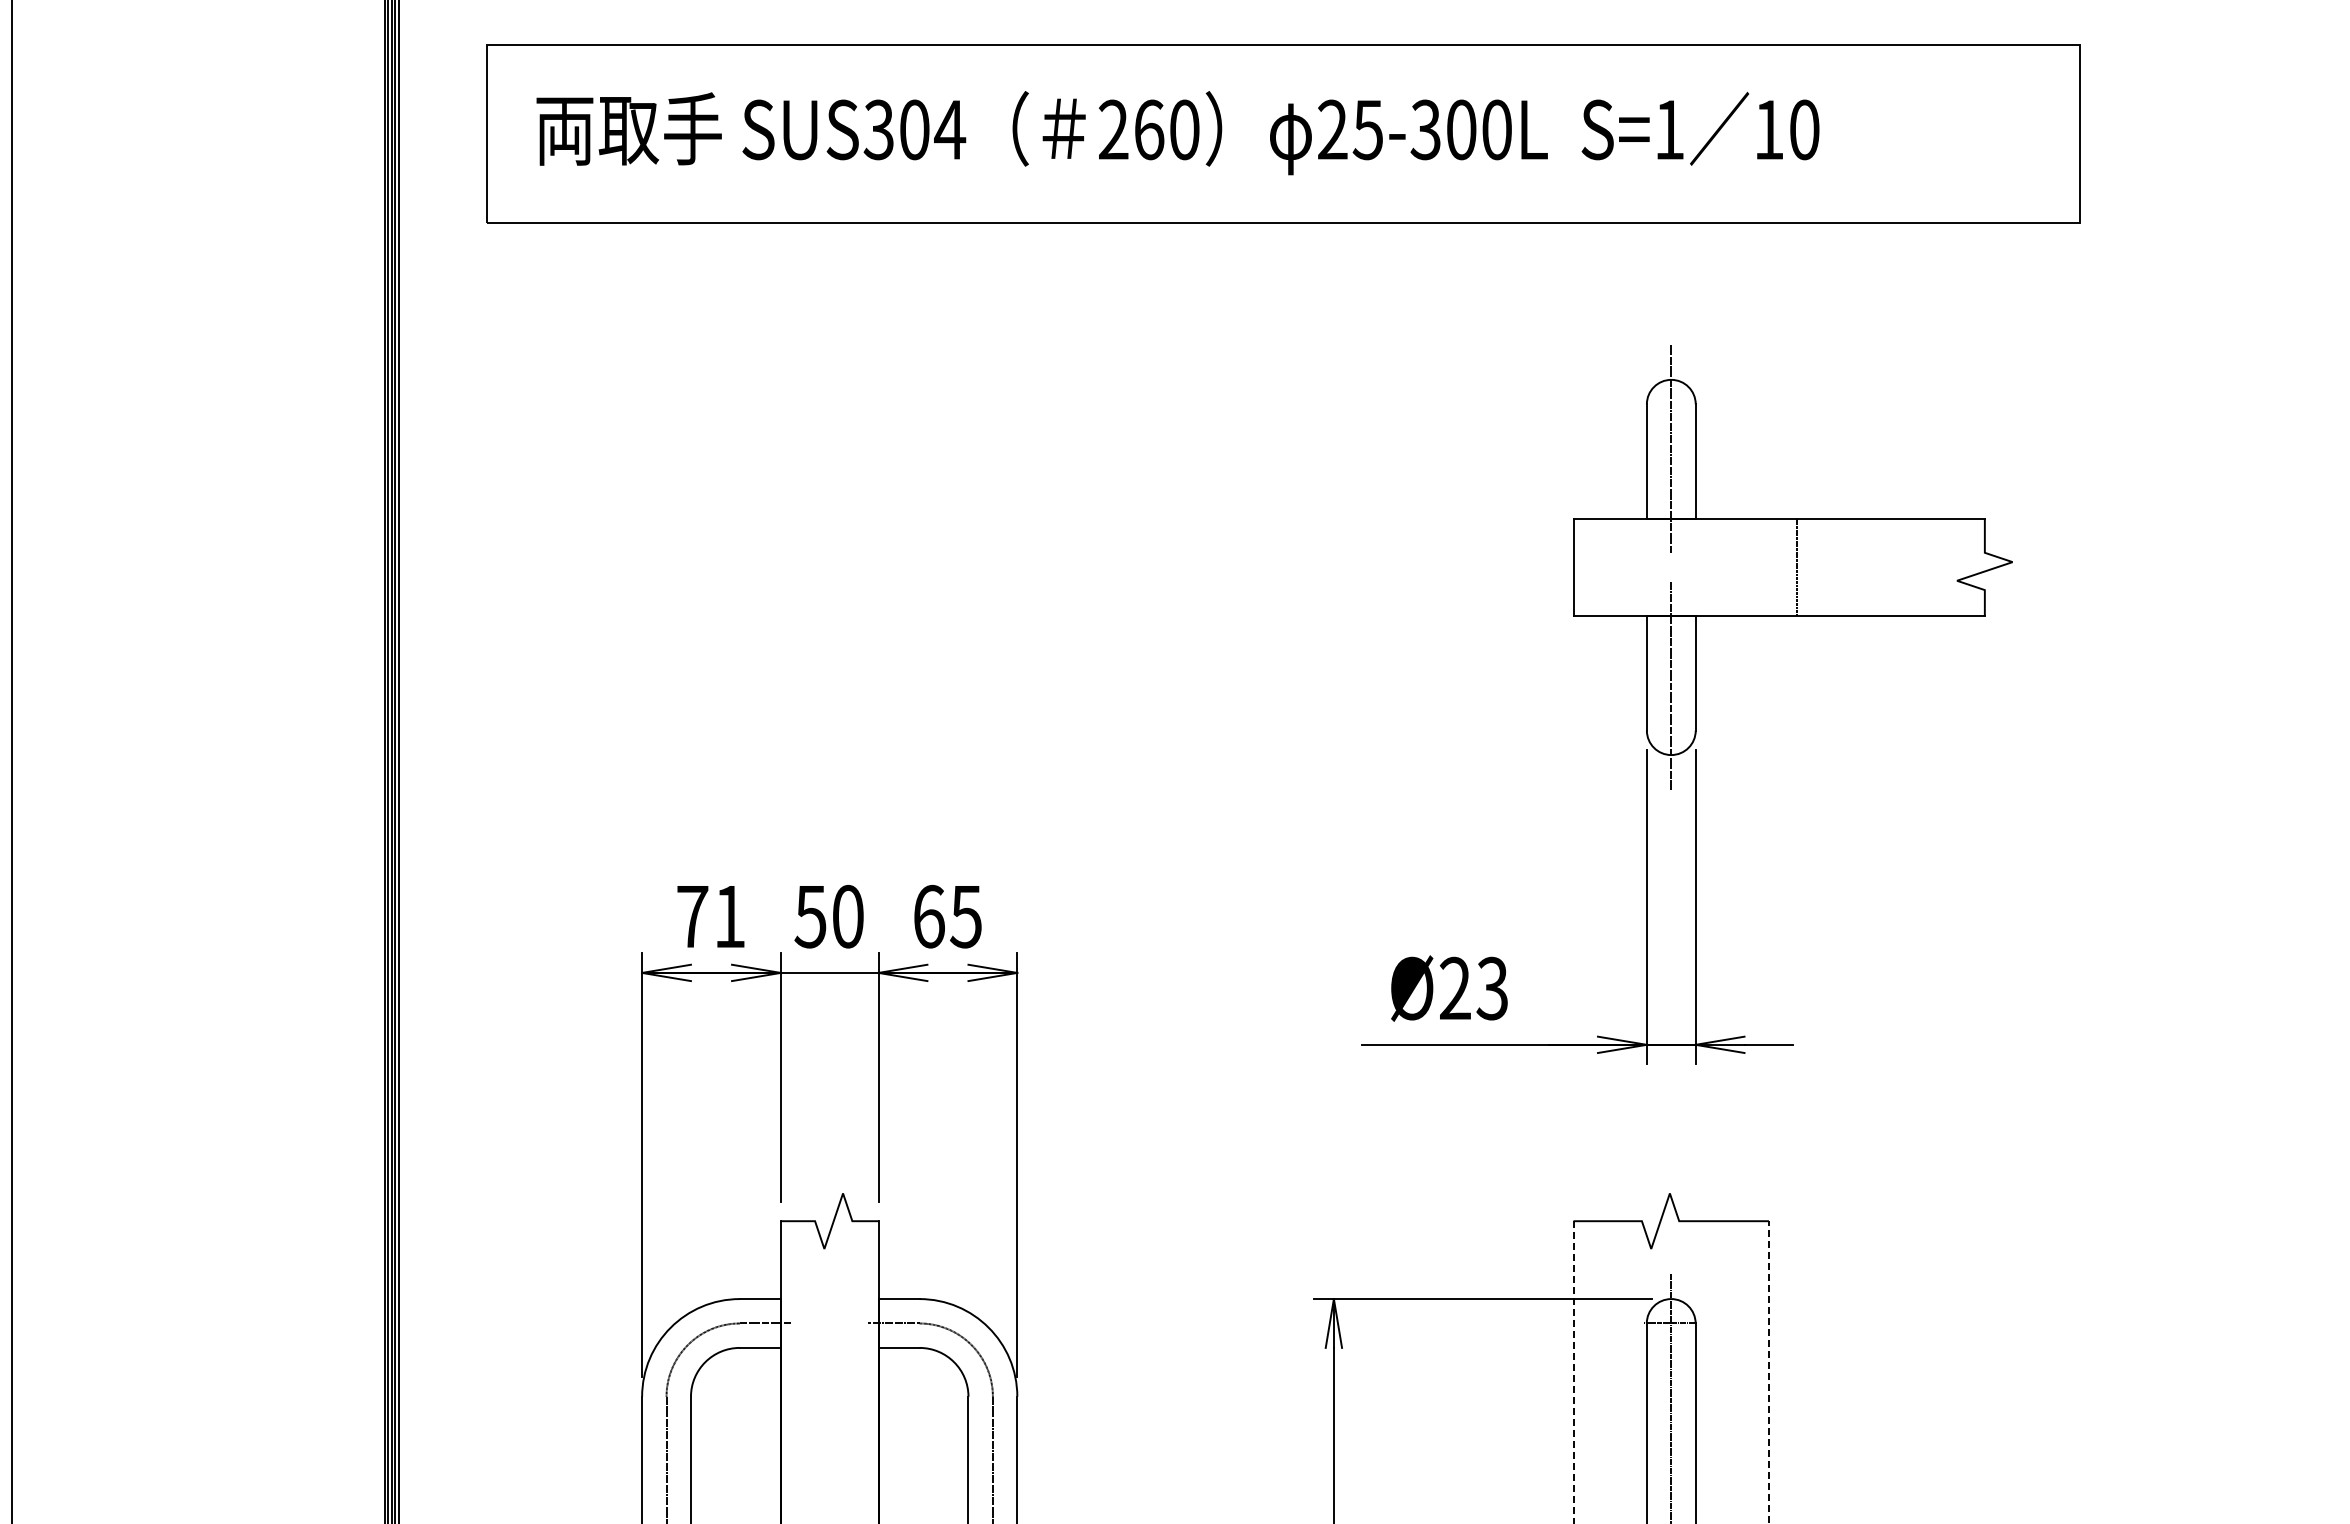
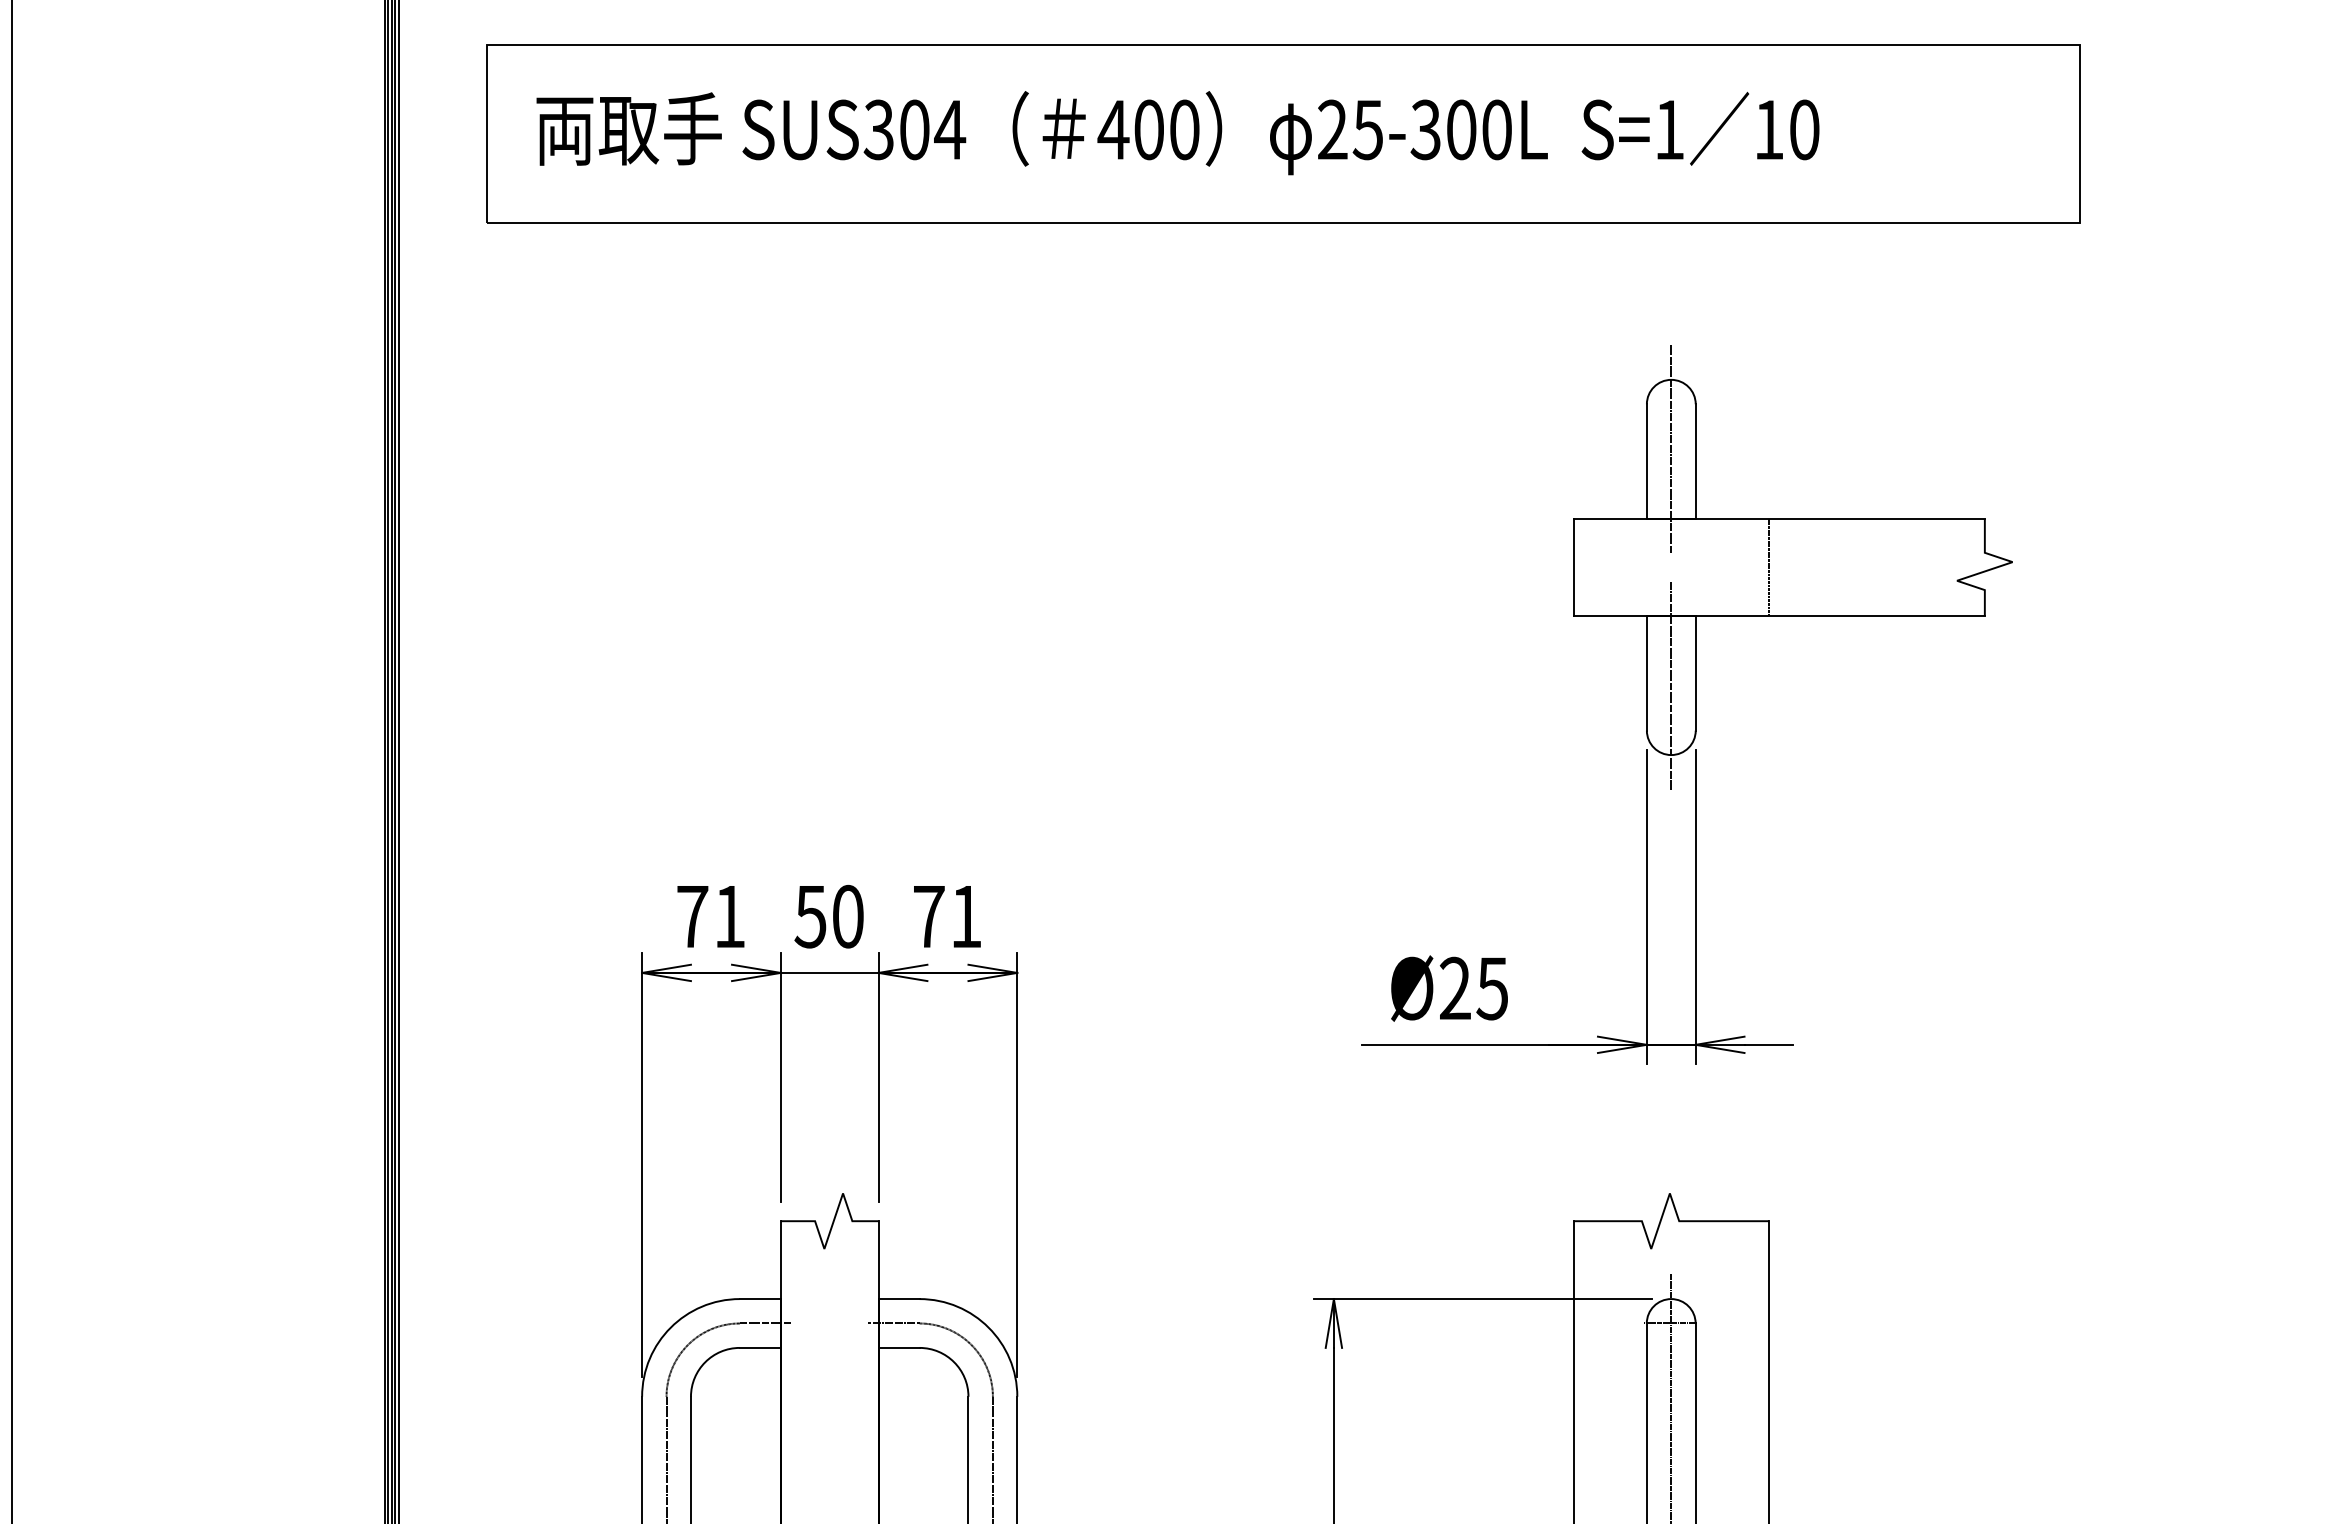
text at (1130, 129): 260 -> 400
line at (1796, 567) position: (1796, 567) -> (1768, 567)
text at (947, 916): 65 -> 71
text at (1491, 987): Ø23 -> Ø25
line at (1573, 1372): dashed -> solid
line at (1768, 1372): dashed -> solid
